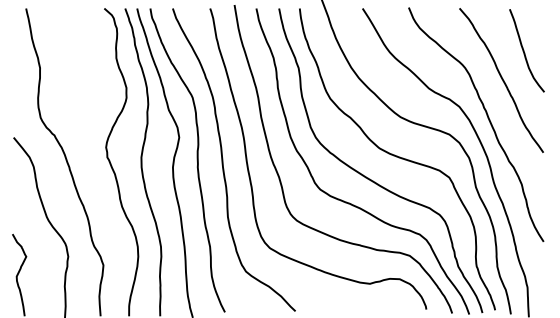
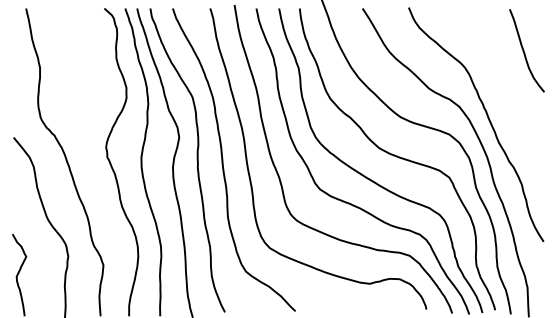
curve at (501, 79): present -> none
